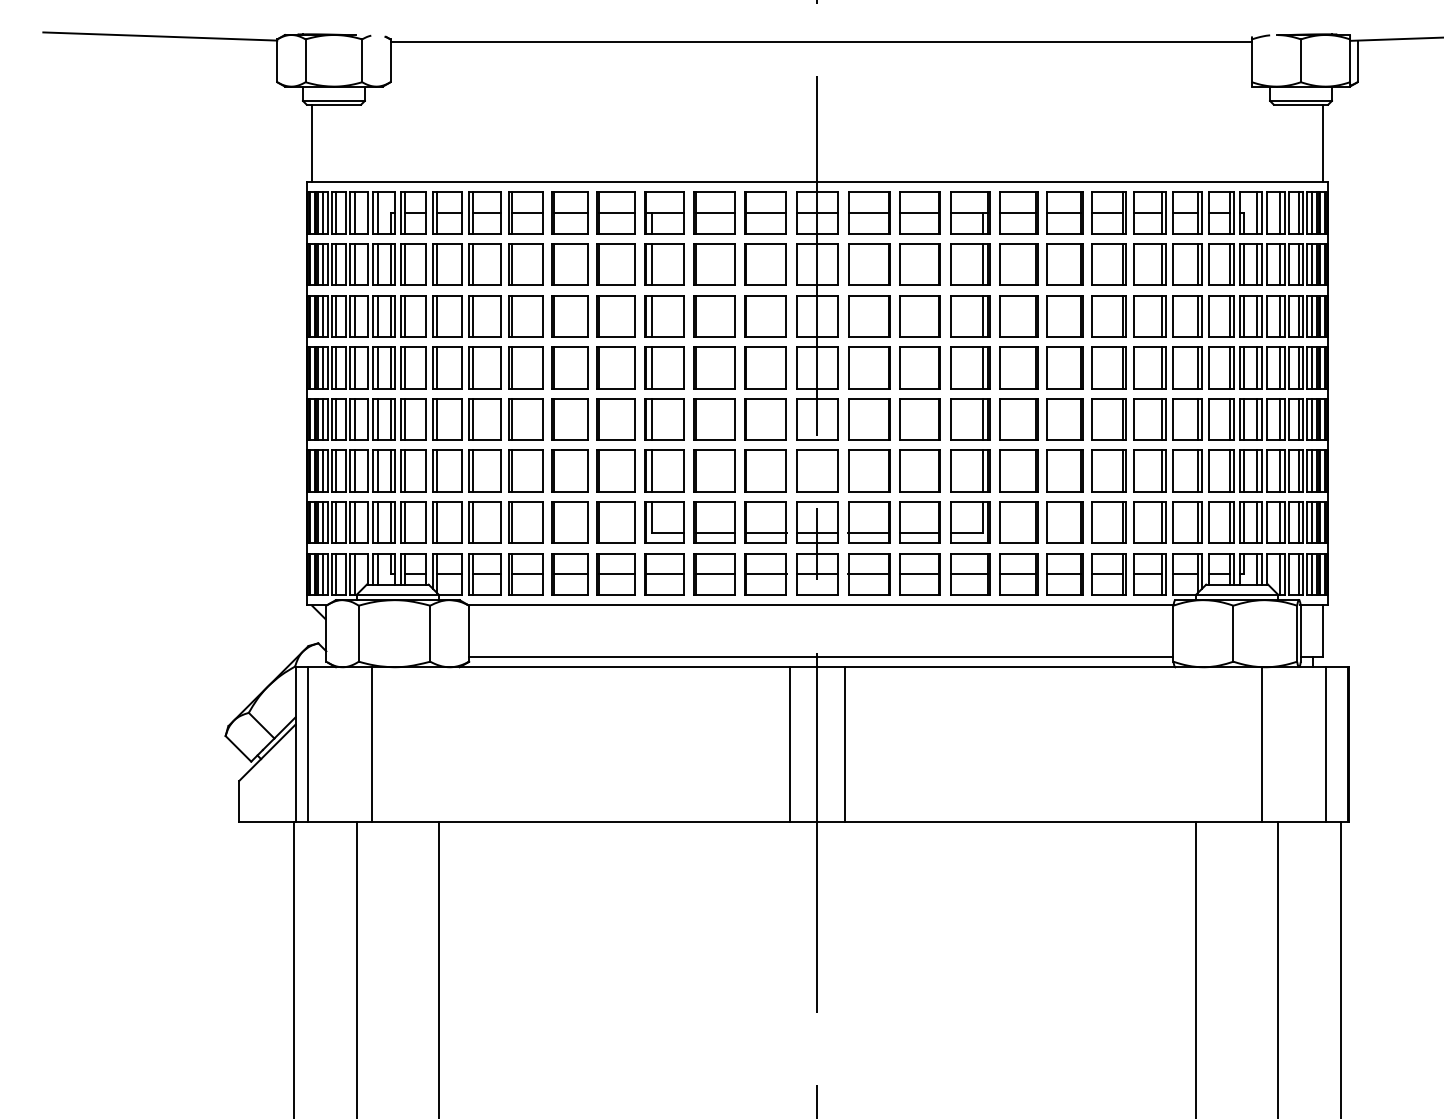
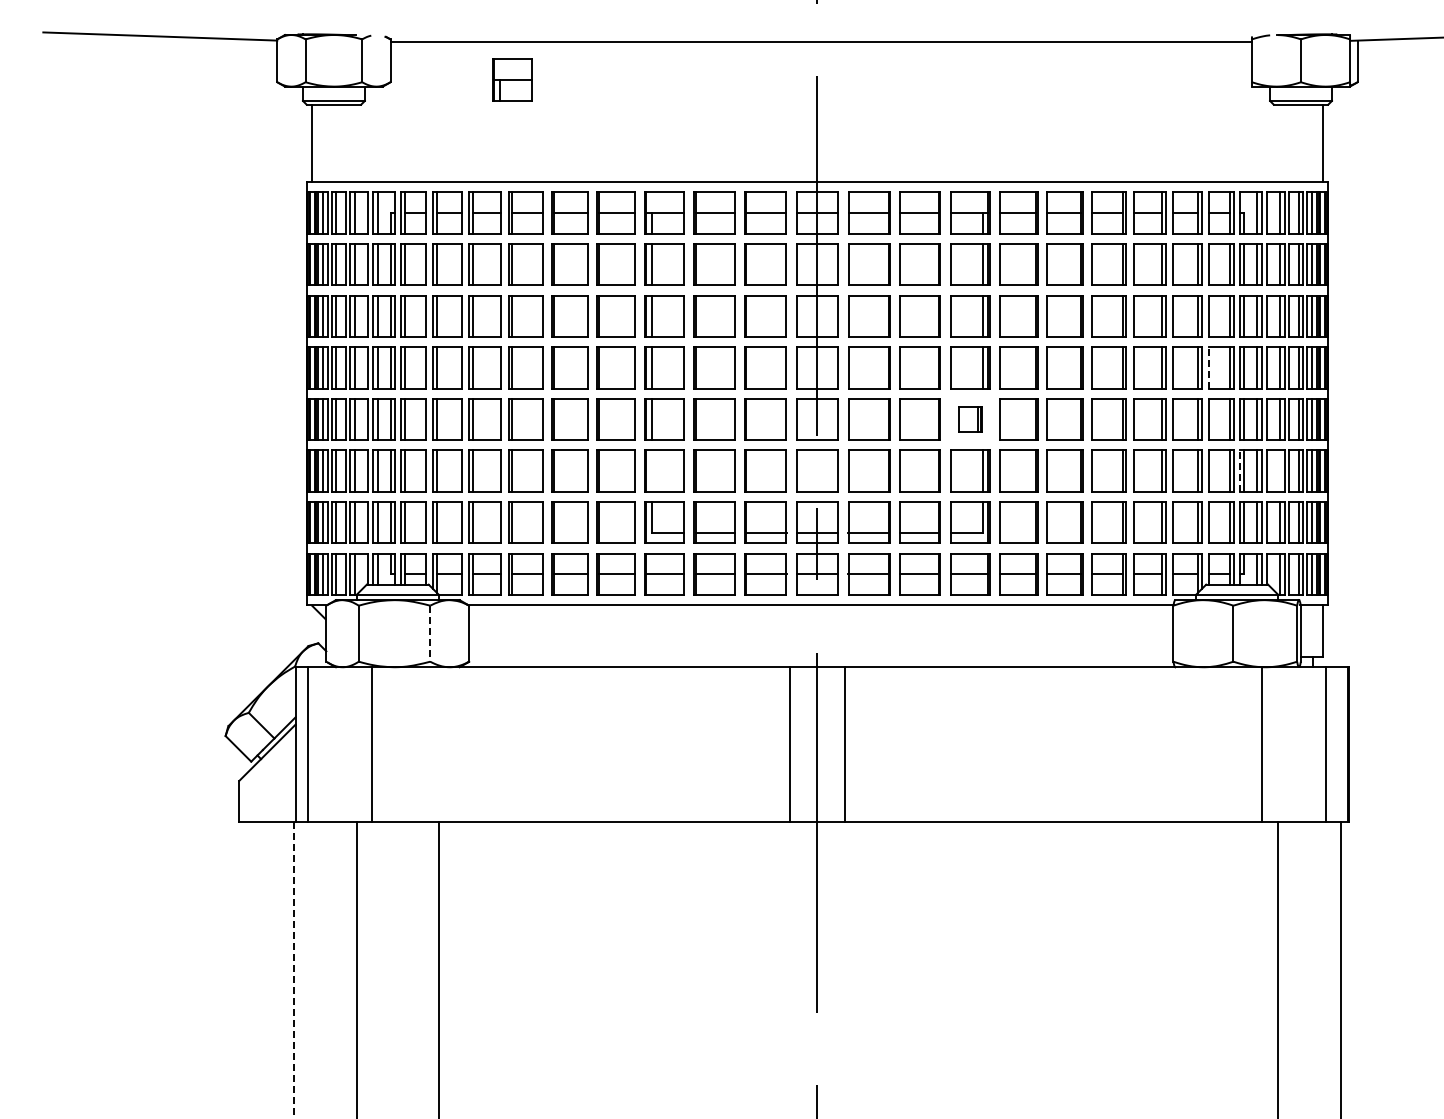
part at (512, 79): none -> present
line at (1208, 367): solid -> dashed
part at (970, 419) size: 41x43 px -> 25x27 px
line at (652, 470): present -> none
line at (1280, 470): present -> none
line at (1239, 471): solid -> dashed
line at (430, 634): solid -> dashed
line at (821, 656): present -> none
line at (1195, 968): present -> none
line at (293, 971): solid -> dashed
